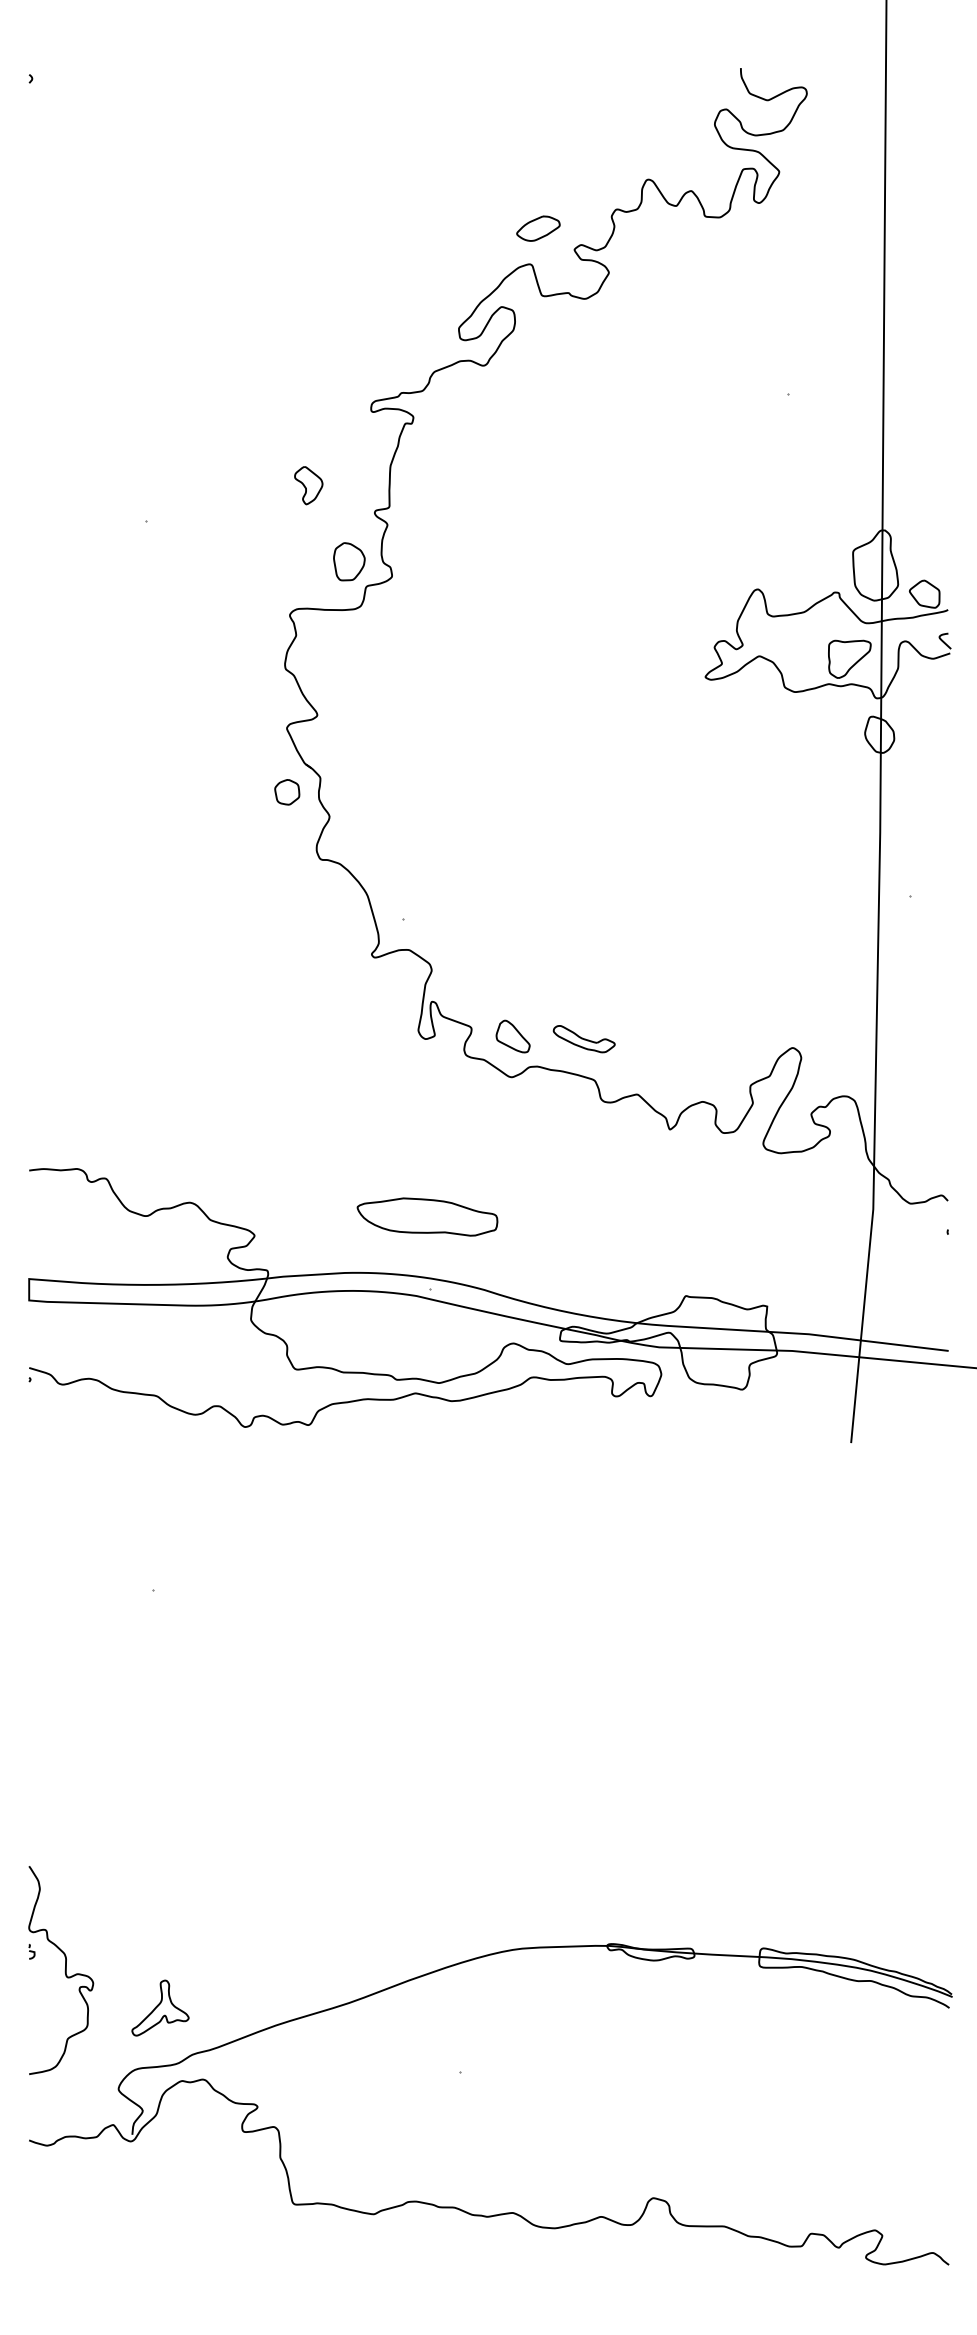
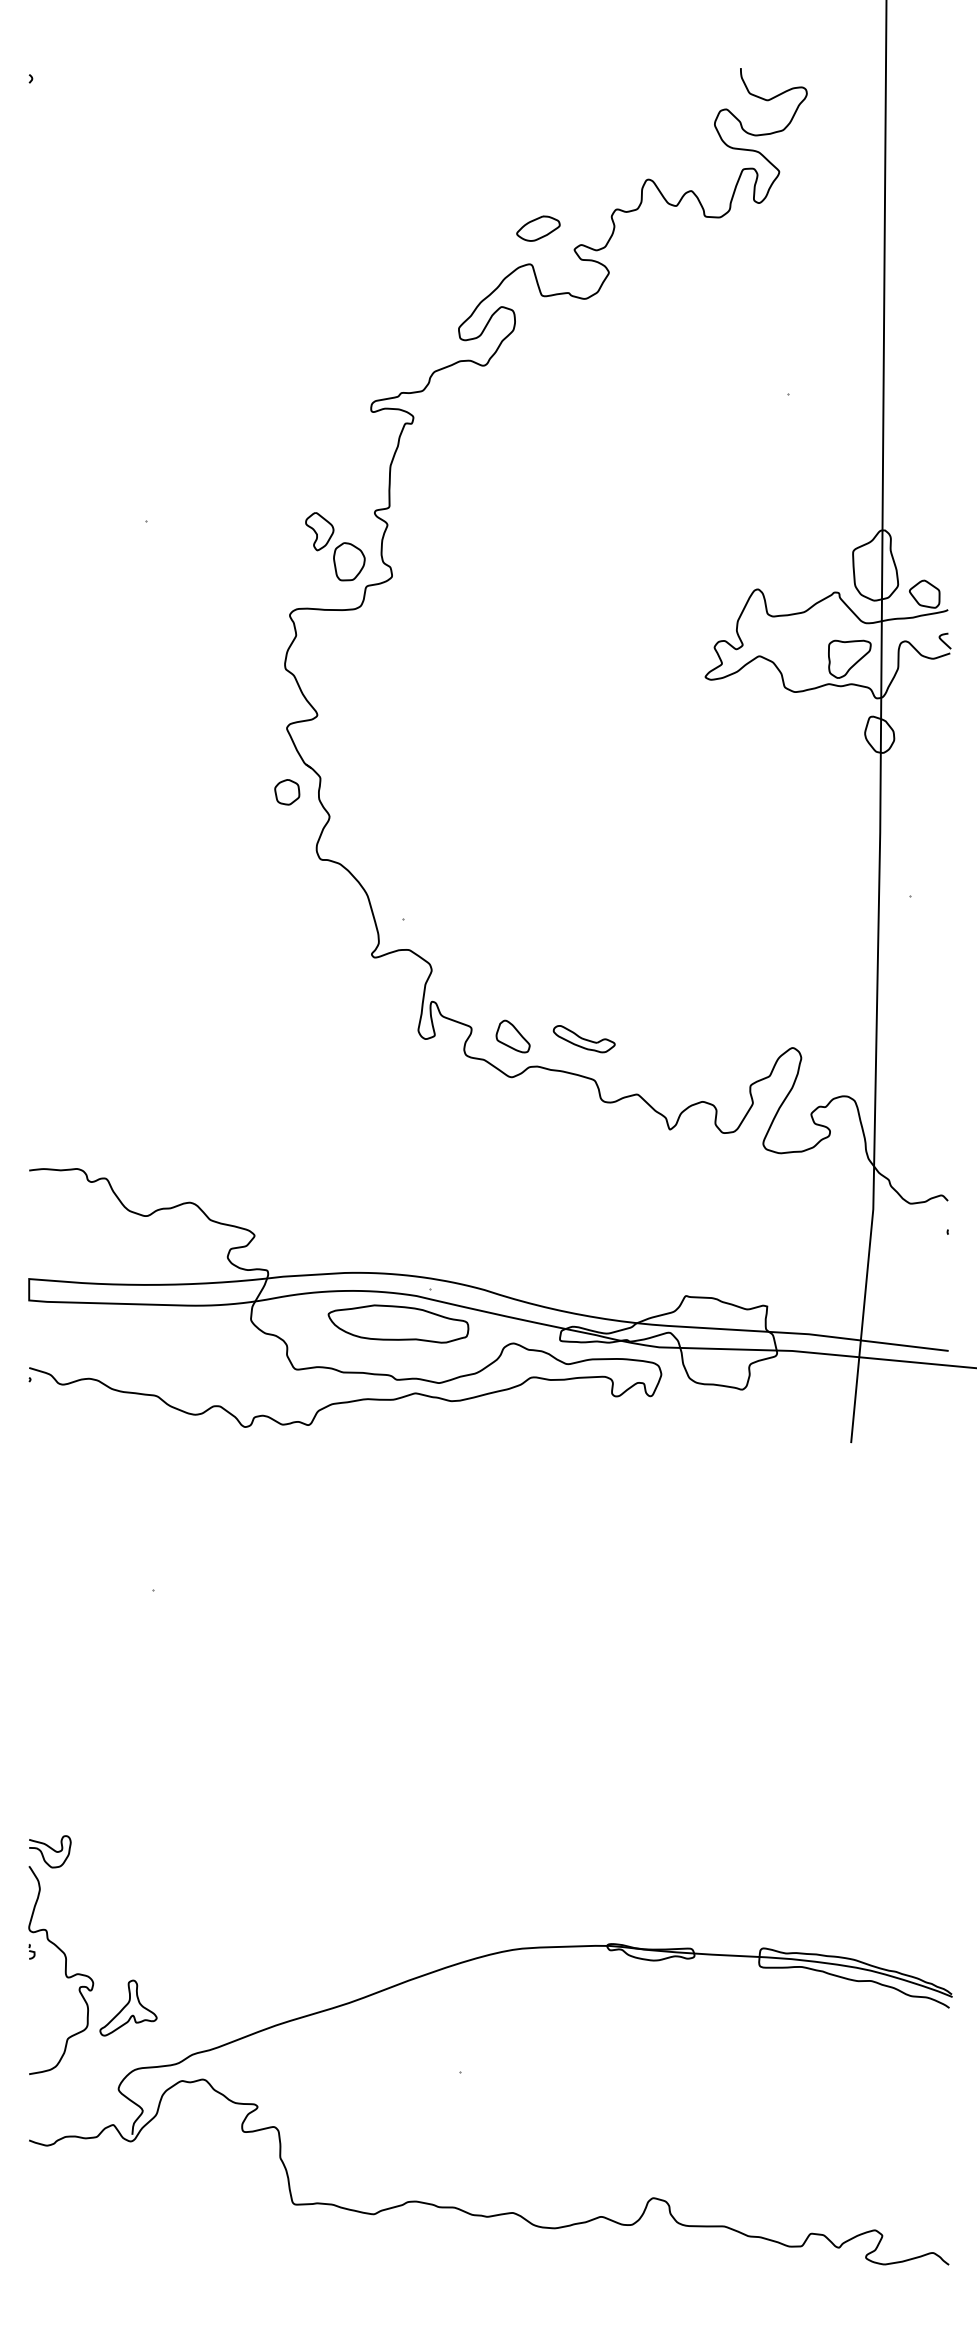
part at (308, 485) position: (308, 485) -> (319, 531)
part at (427, 1216) position: (427, 1216) -> (398, 1323)
curve at (51, 1849): none -> present
part at (160, 2007) position: (160, 2007) -> (128, 2007)
